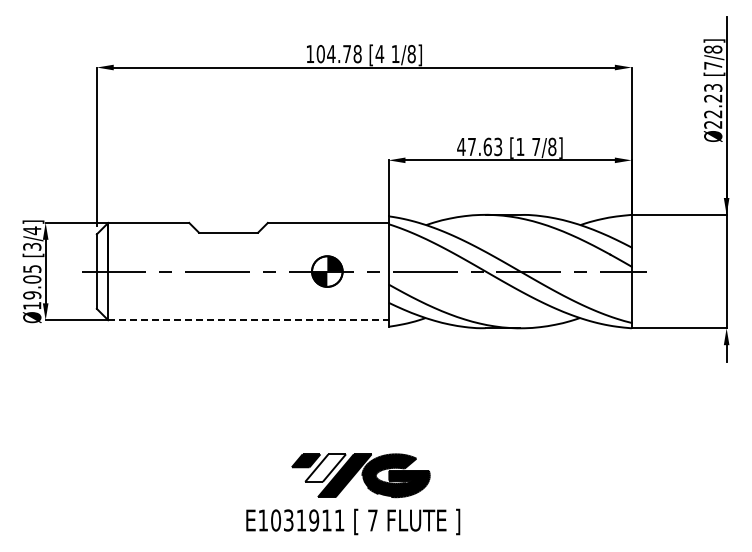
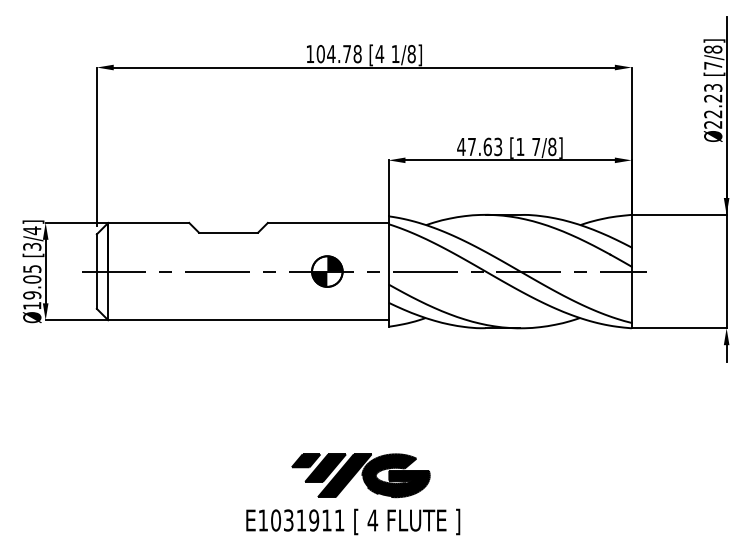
line at (248, 320): dashed -> solid
fill at (325, 467): none -> present
text at (372, 520): 7 -> 4
